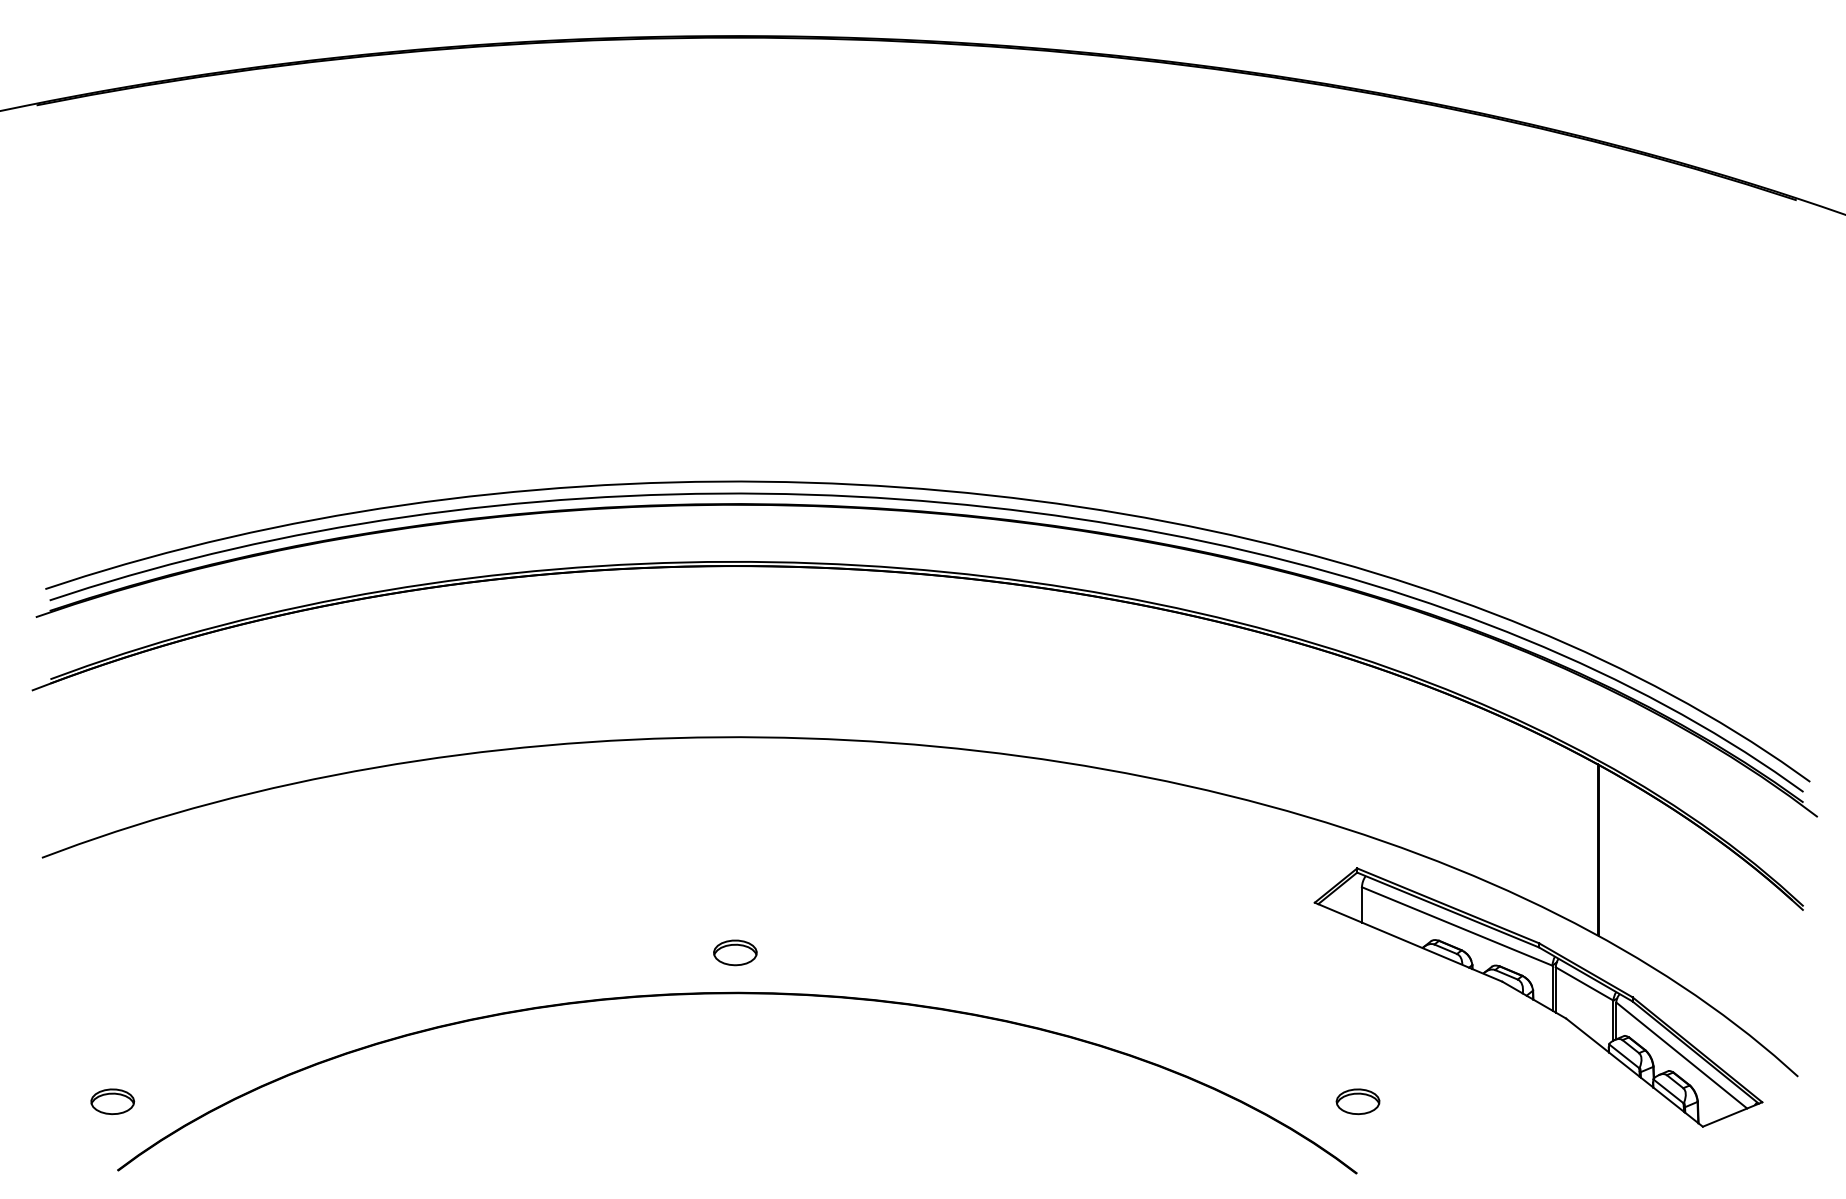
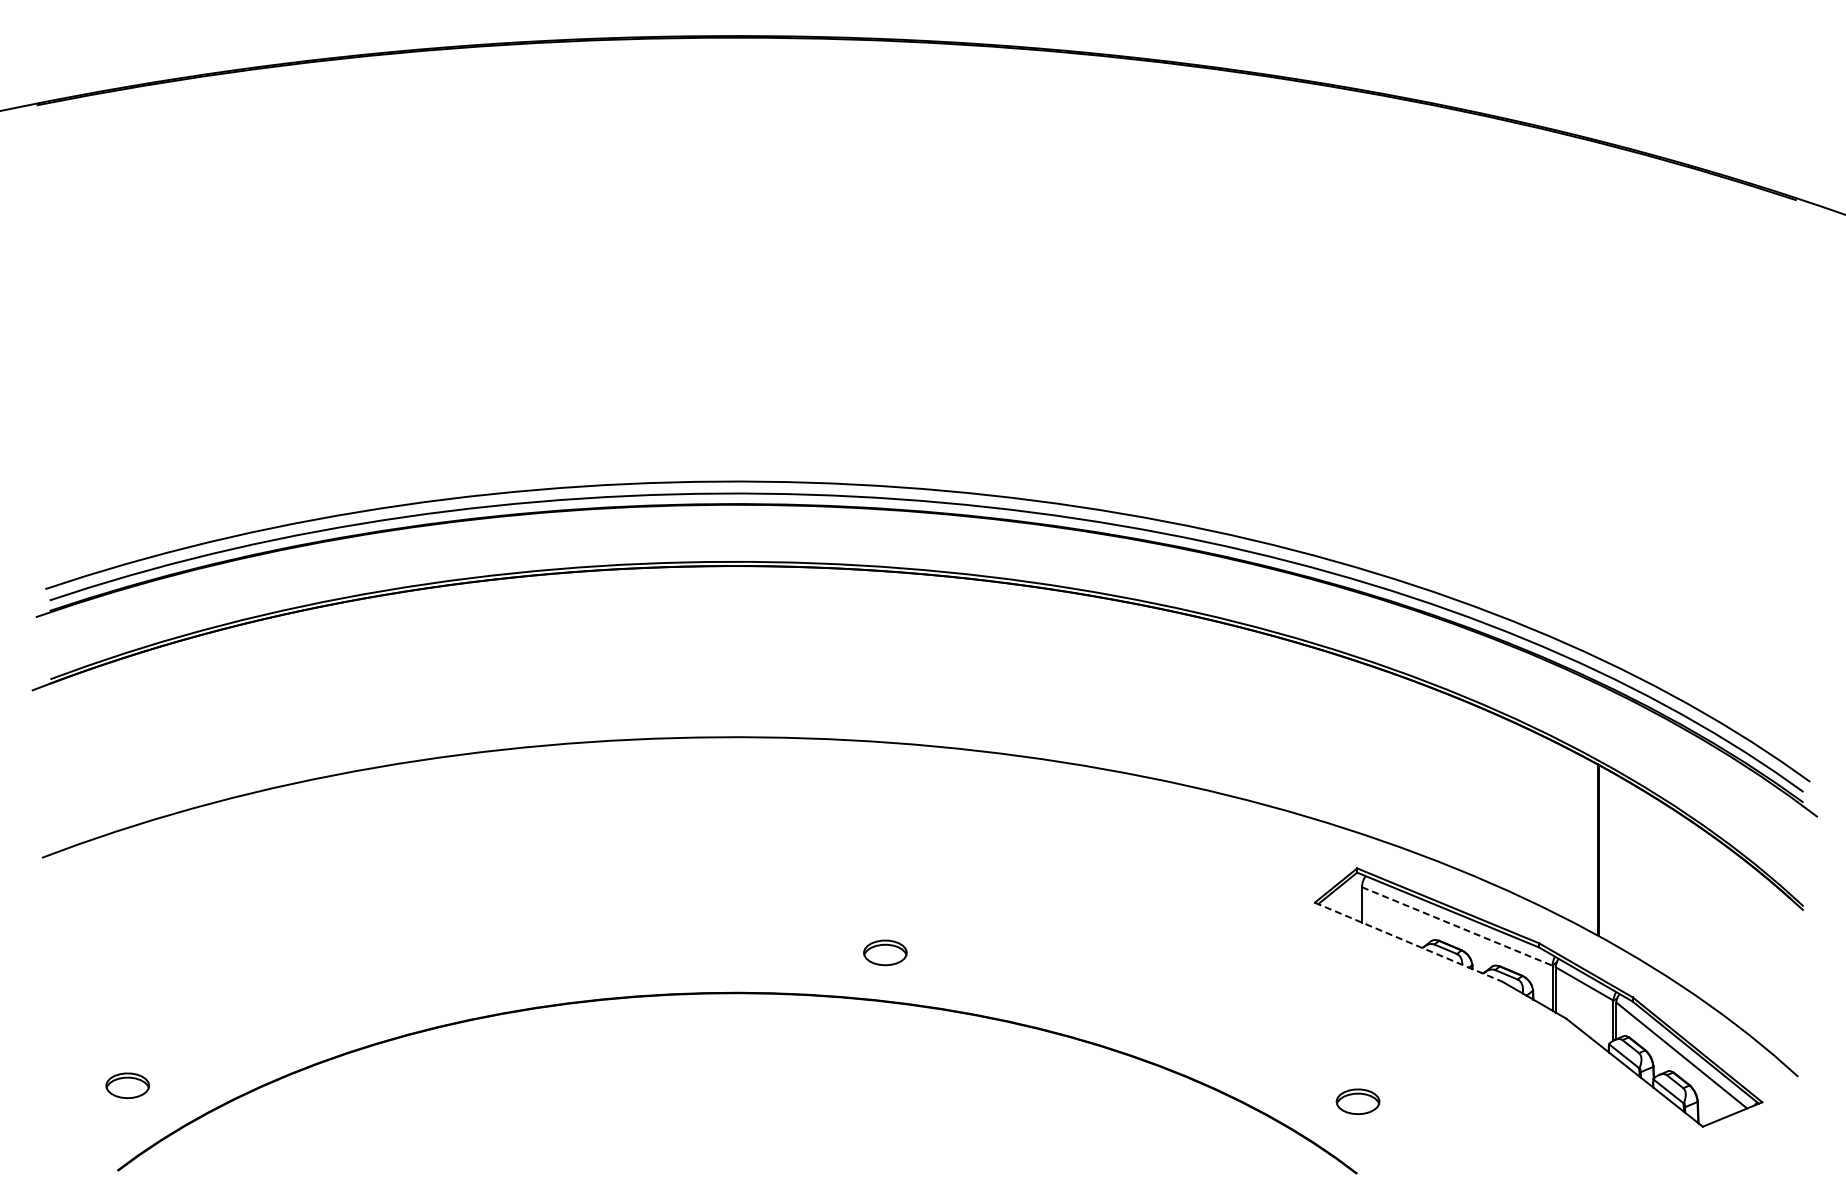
line at (1457, 926): solid -> dashed
line at (1408, 942): solid -> dashed
part at (735, 952) position: (735, 952) -> (885, 952)
part at (112, 1101) position: (112, 1101) -> (127, 1085)
